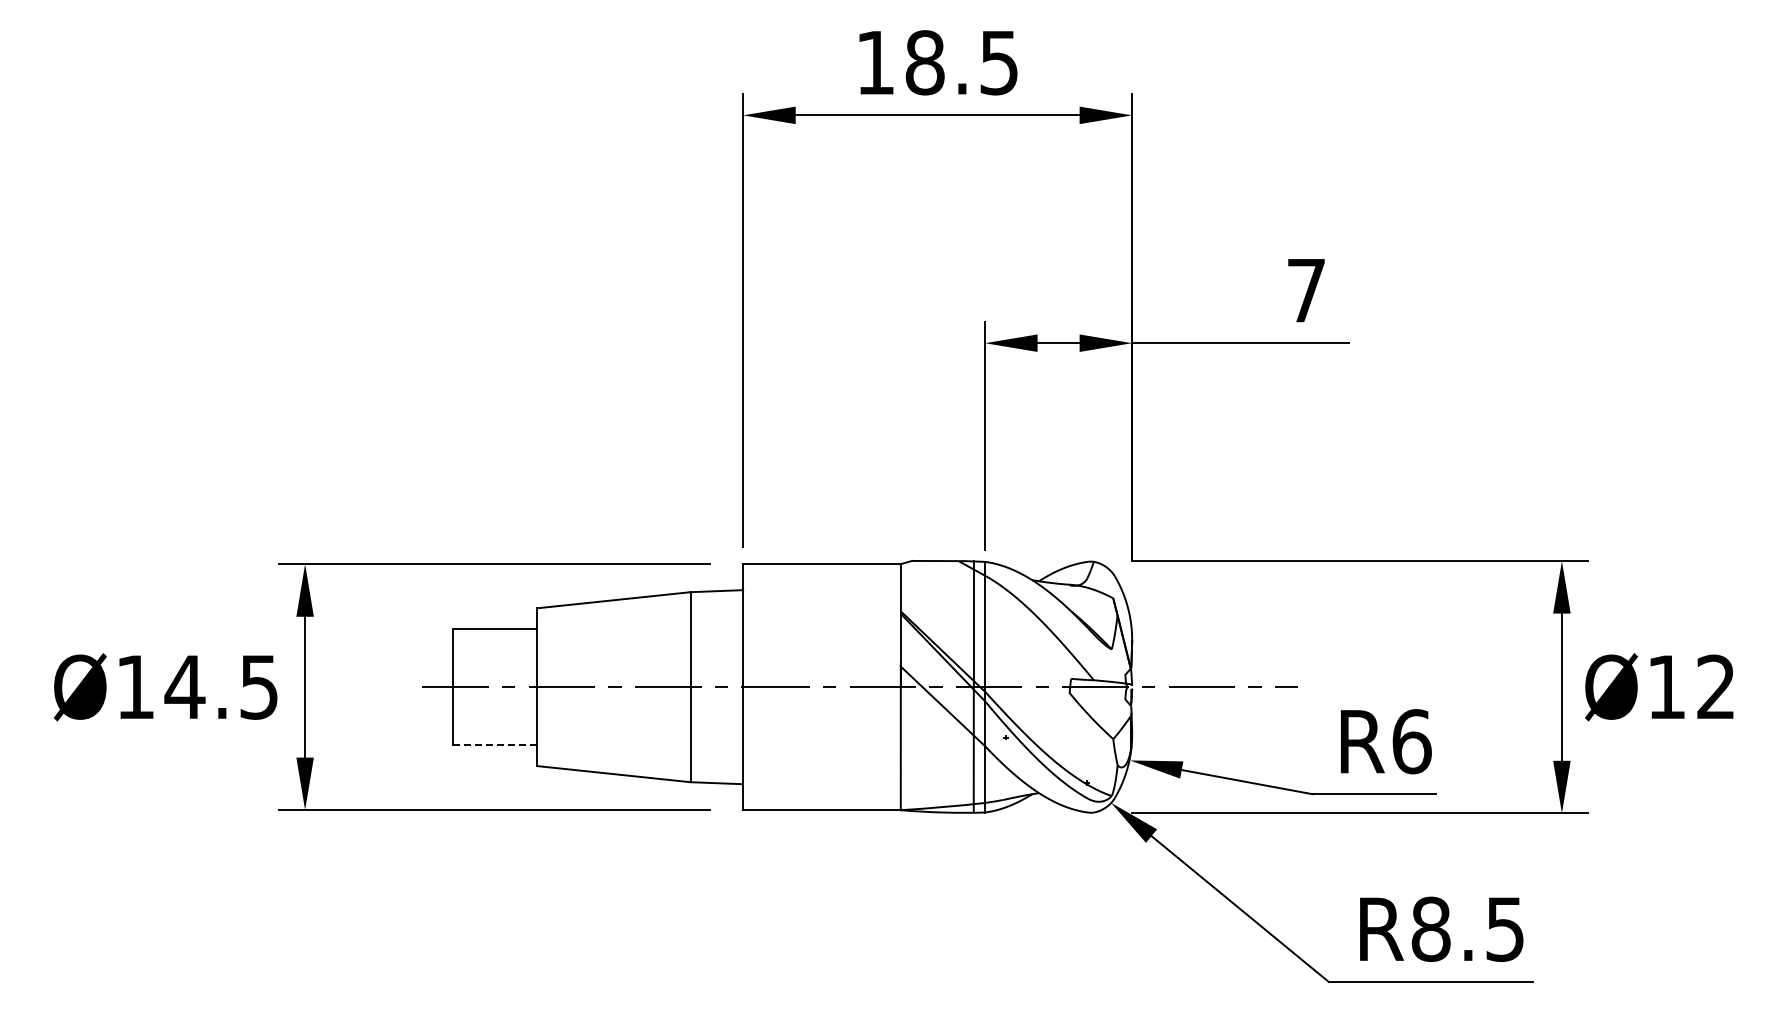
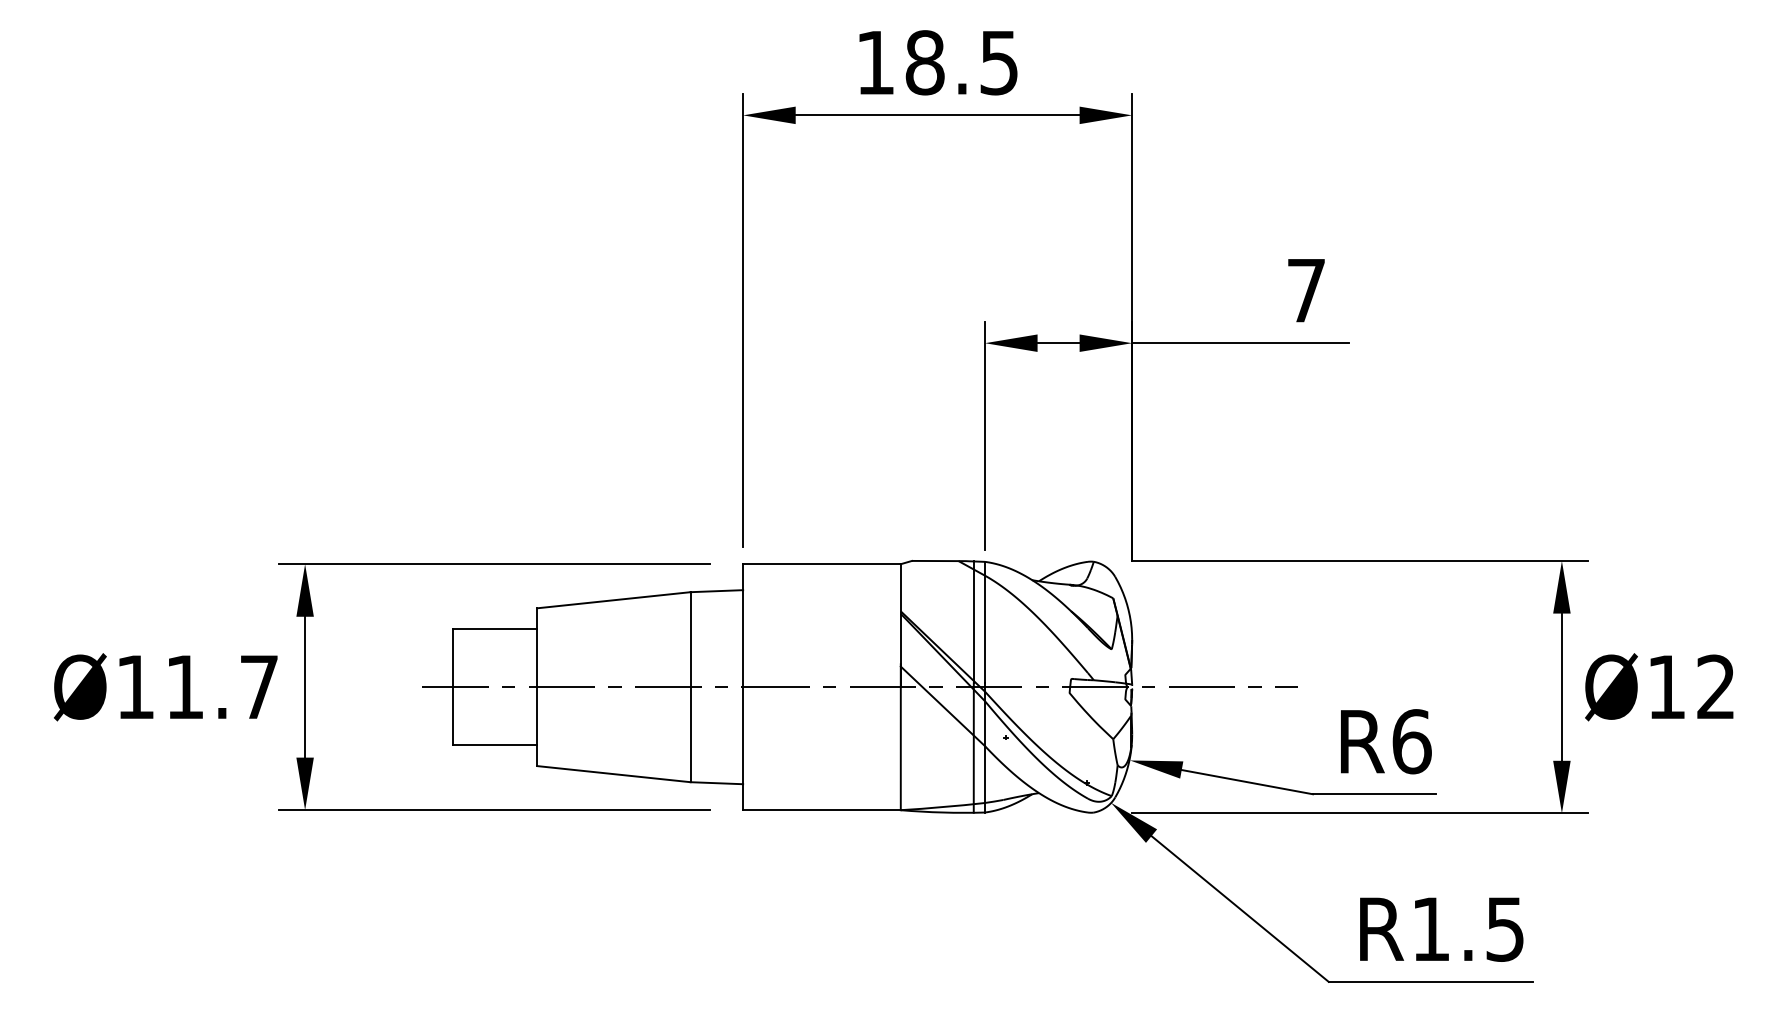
text at (220, 687): Ø14.5 -> Ø11.7
line at (495, 745): dashed -> solid
text at (1430, 928): R8.5 -> R1.5
